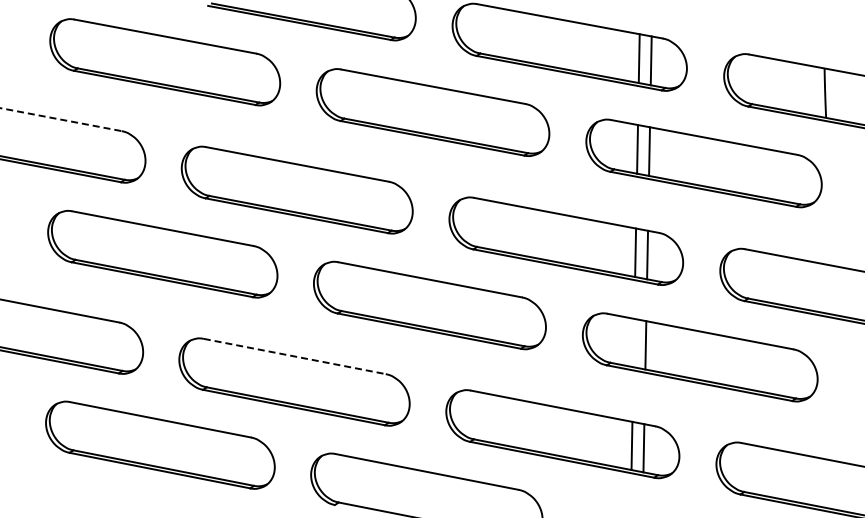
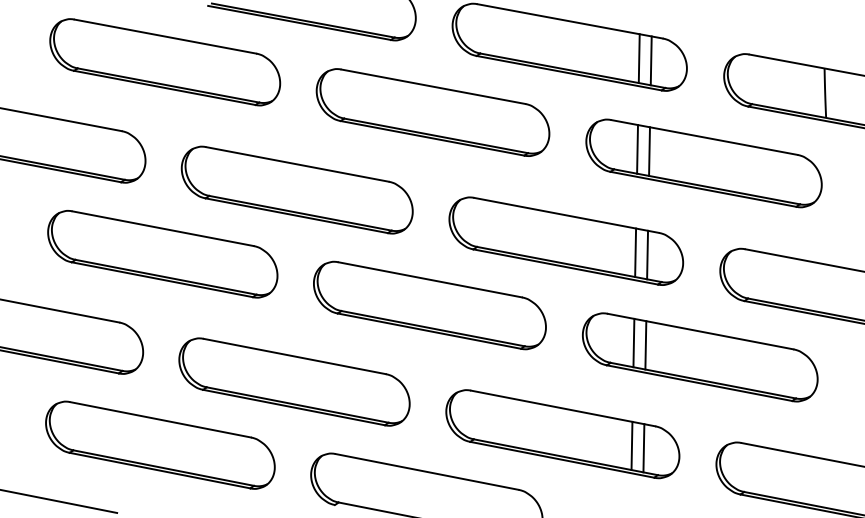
line at (60, 119): dashed -> solid
line at (633, 342): none -> present
line at (294, 356): dashed -> solid
line at (59, 501): none -> present
